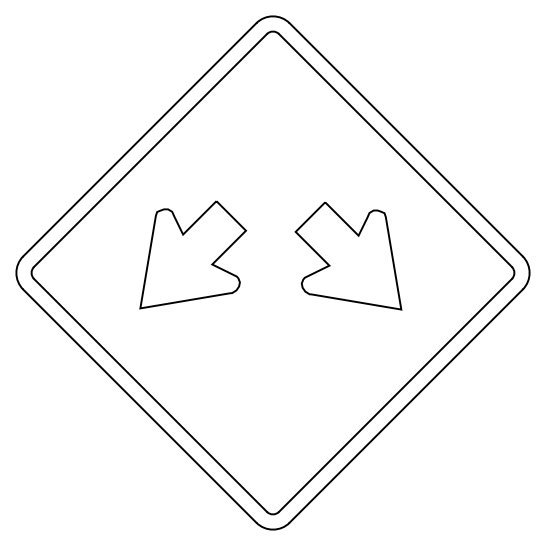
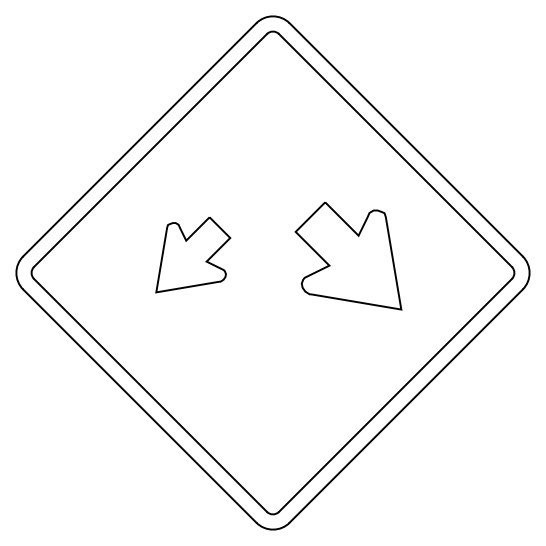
part at (193, 254) size: 109x110 px -> 77x77 px
